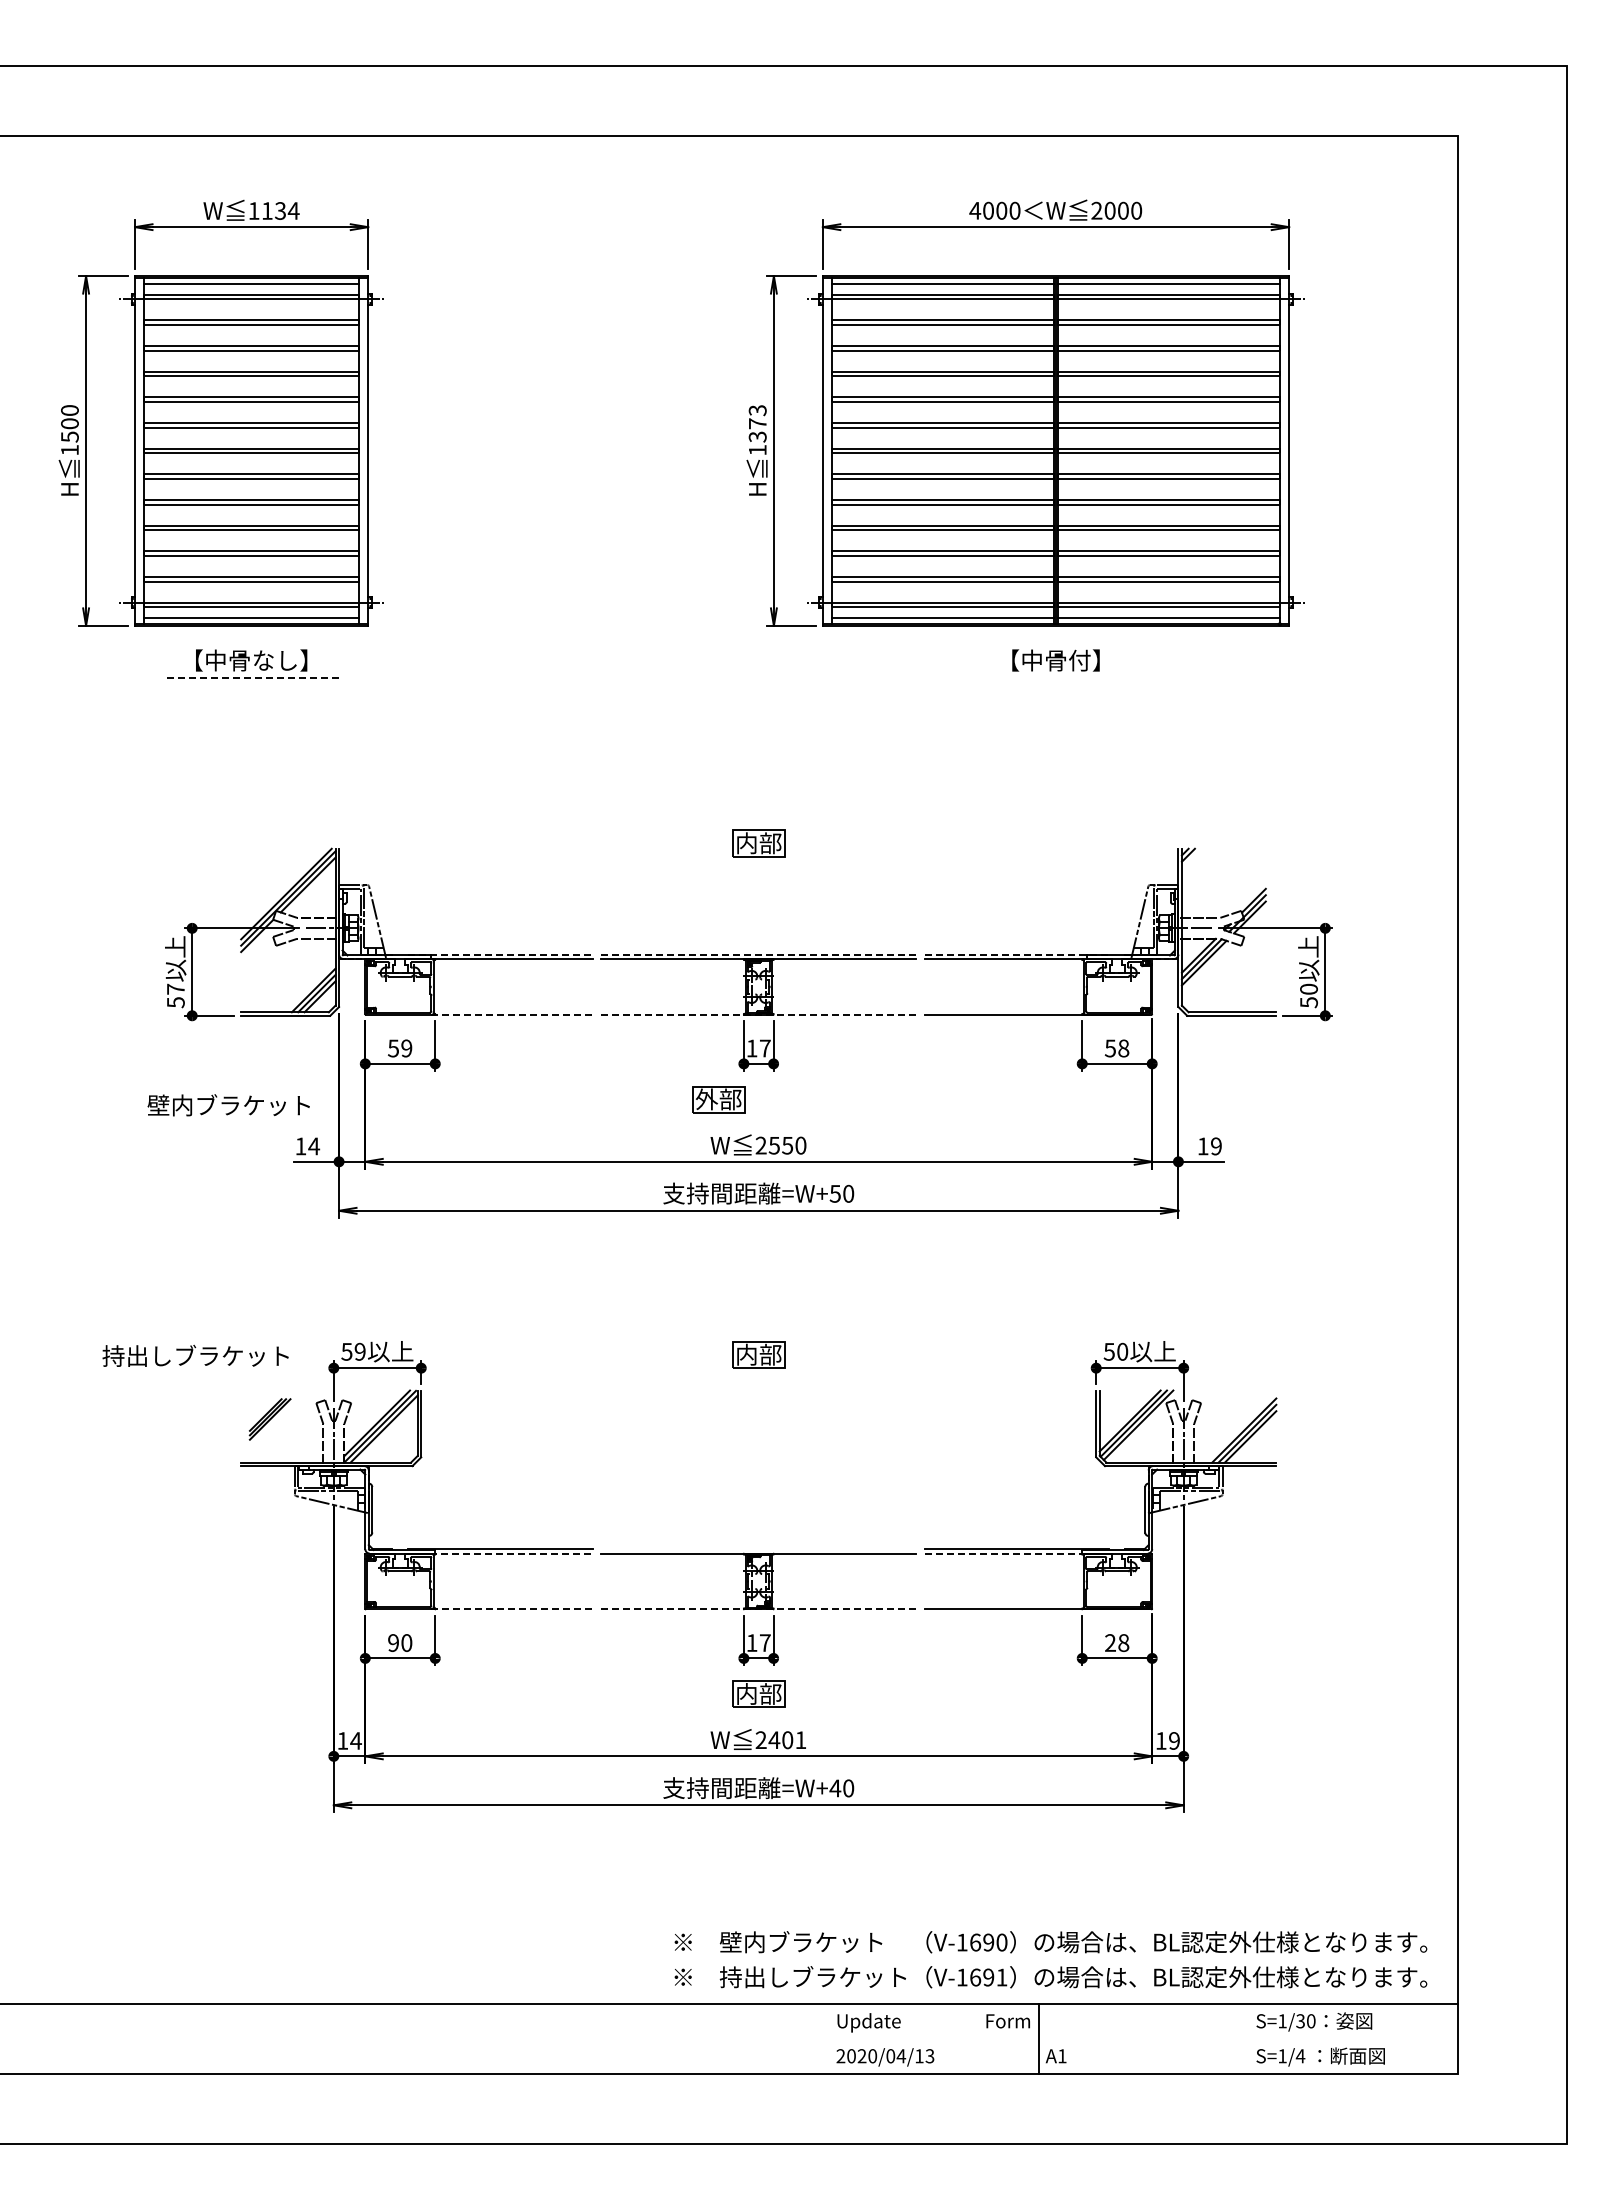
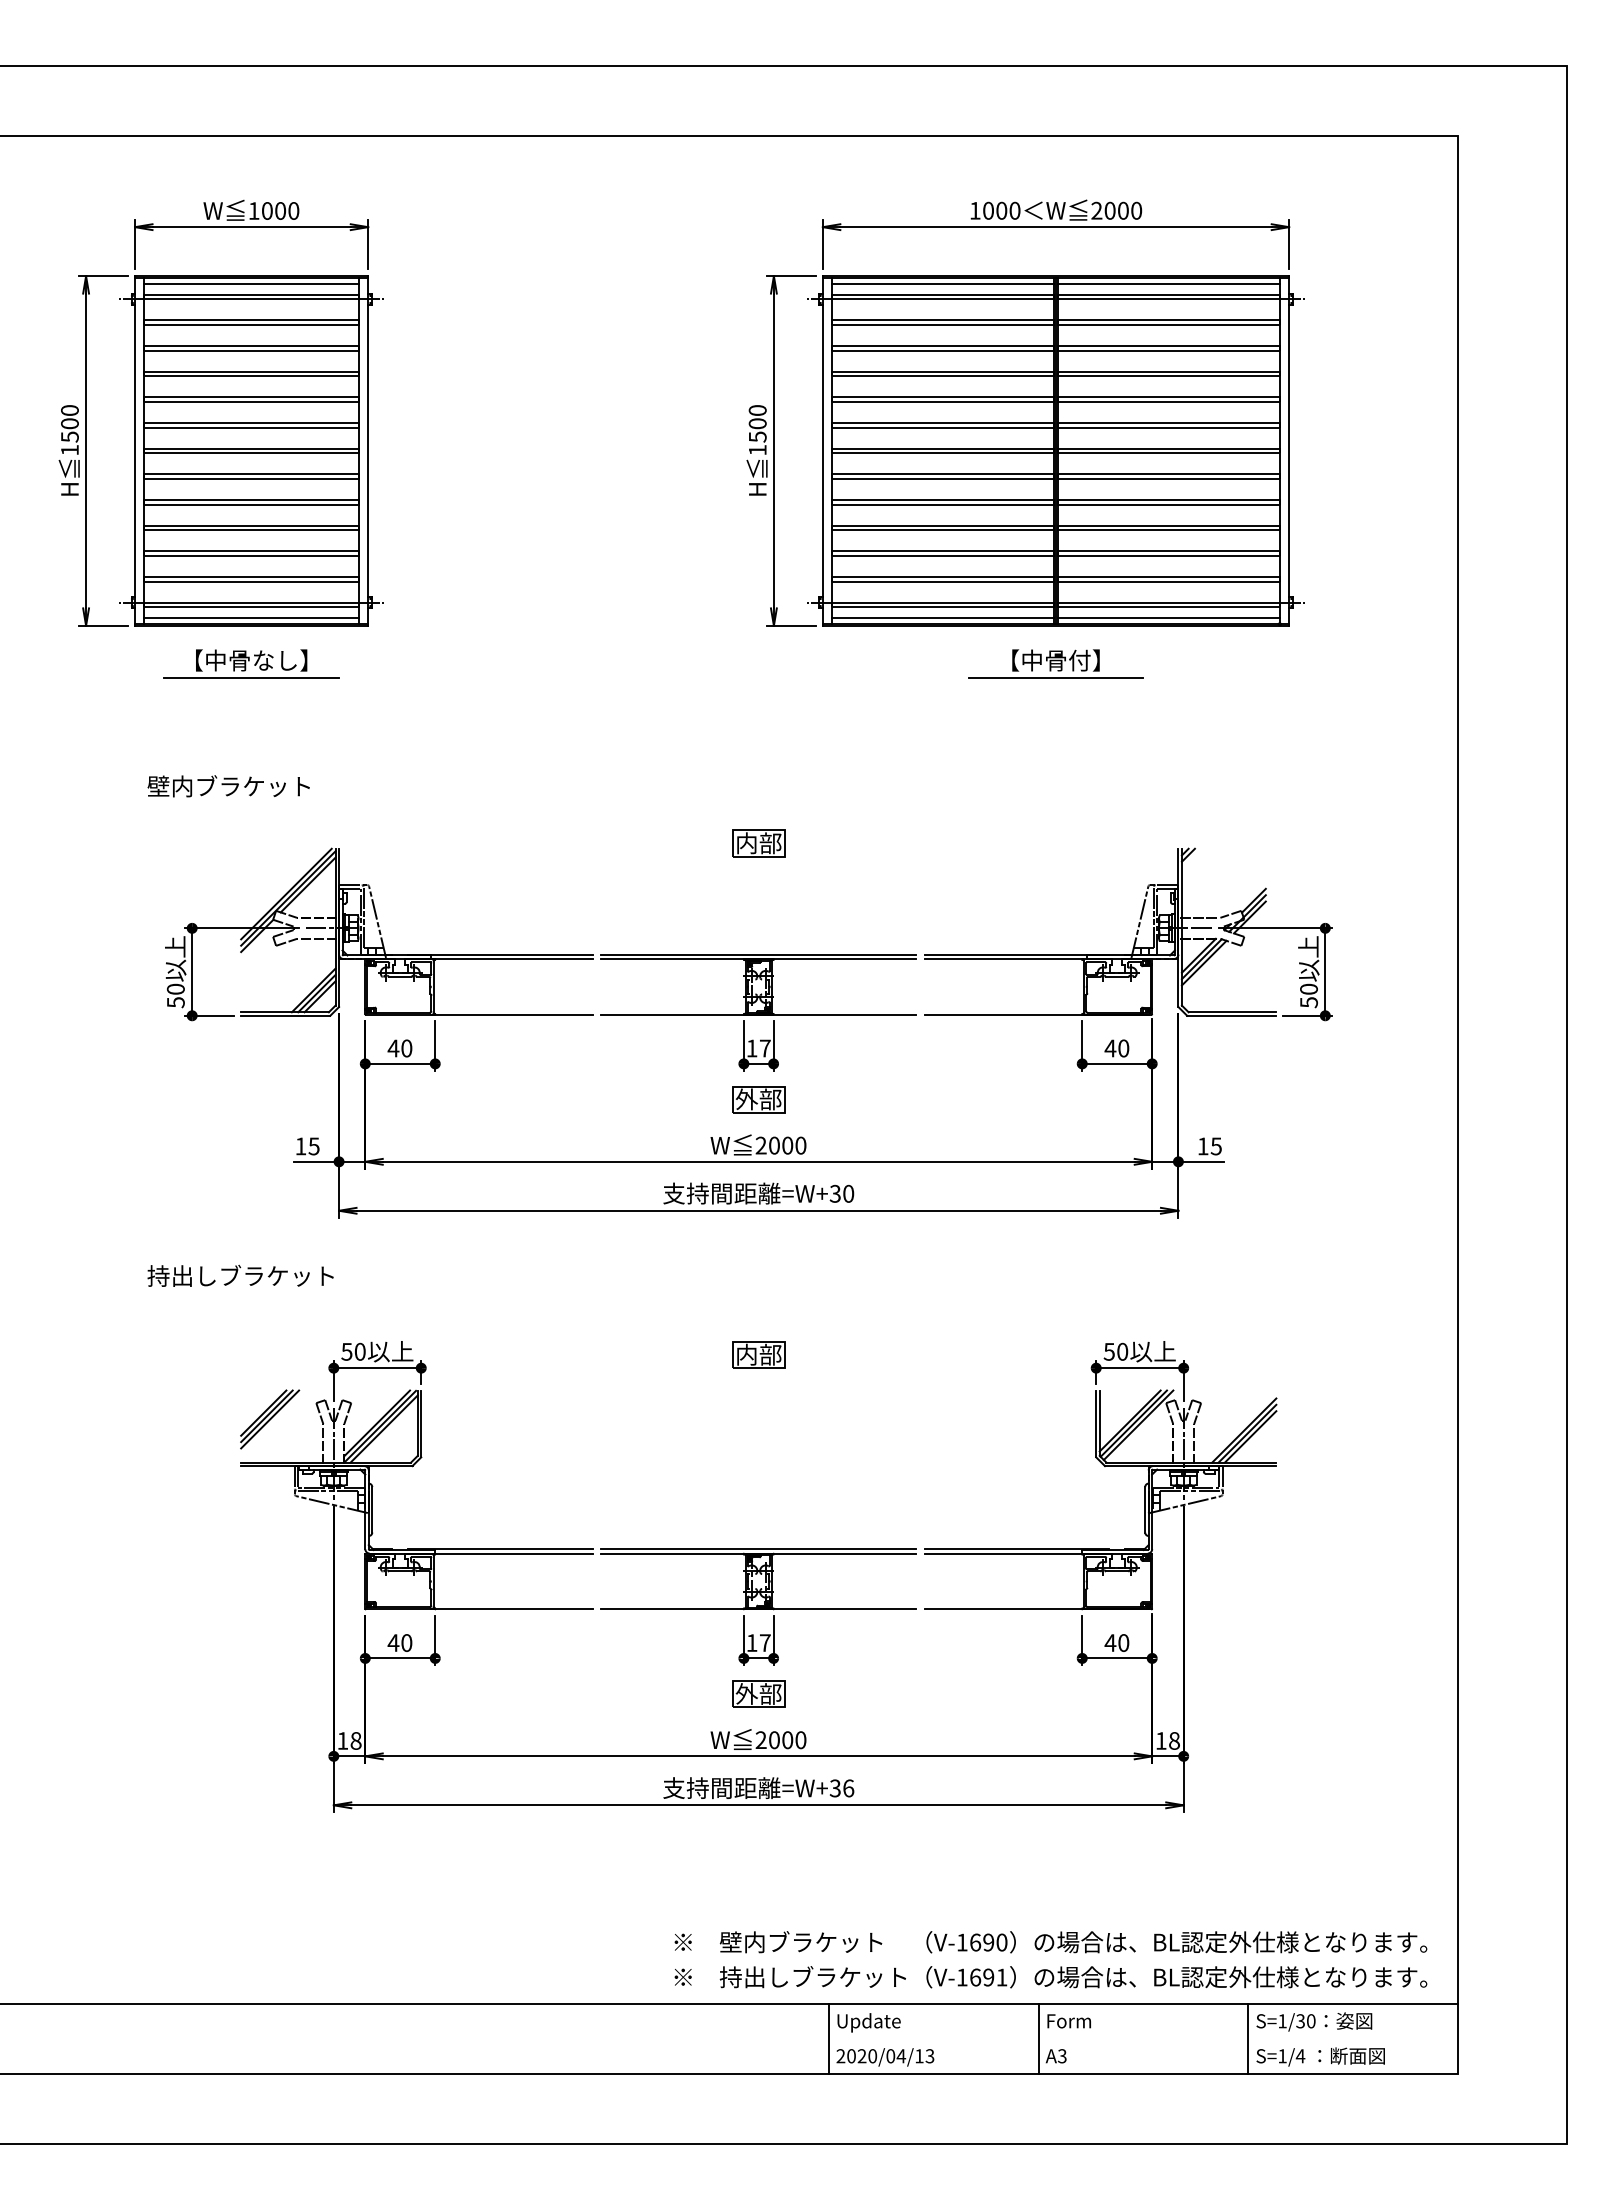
text at (280, 210): 1134 -> 1000
text at (975, 210): 4000 -> 1000
text at (757, 423): 1373 -> 1500
line at (251, 678): dashed -> solid
line at (1055, 678): none -> present
line at (500, 954): dashed -> solid
line at (759, 954): dashed -> solid
line at (1017, 954): dashed -> solid
text at (175, 988): 57 -> 50
line at (511, 1014): dashed -> solid
line at (759, 1014): dashed -> solid
text at (399, 1048): 59 -> 40
text at (1116, 1048): 58 -> 40
part at (718, 1099) position: (718, 1099) -> (758, 1099)
text at (228, 1105) position: (228, 1105) -> (228, 786)
text at (780, 1145): 2550 -> 2000
text at (314, 1146): 14 -> 15
text at (1215, 1146): 19 -> 15
text at (835, 1193): =W+50 -> =W+30
text at (359, 1351): 59 -> 50
text at (195, 1355) position: (195, 1355) -> (240, 1275)
part at (269, 1419) size: 44x43 px -> 61x61 px
line at (758, 1549): none -> present
line at (511, 1553): dashed -> solid
line at (1003, 1553): dashed -> solid
line at (511, 1609): dashed -> solid
line at (759, 1609): dashed -> solid
text at (393, 1642): 90 -> 40
text at (1116, 1642): 28 -> 40
text at (746, 1693): 内部 -> 外部
text at (355, 1740): 14 -> 18
text at (787, 1740): 2401 -> 2000
text at (1174, 1740): 19 -> 18
text at (841, 1788): =W+40 -> =W+36
text at (1007, 2021) position: (1007, 2021) -> (1068, 2021)
line at (828, 2038): none -> present
line at (1248, 2038): none -> present
text at (1061, 2056): A1 -> A3
